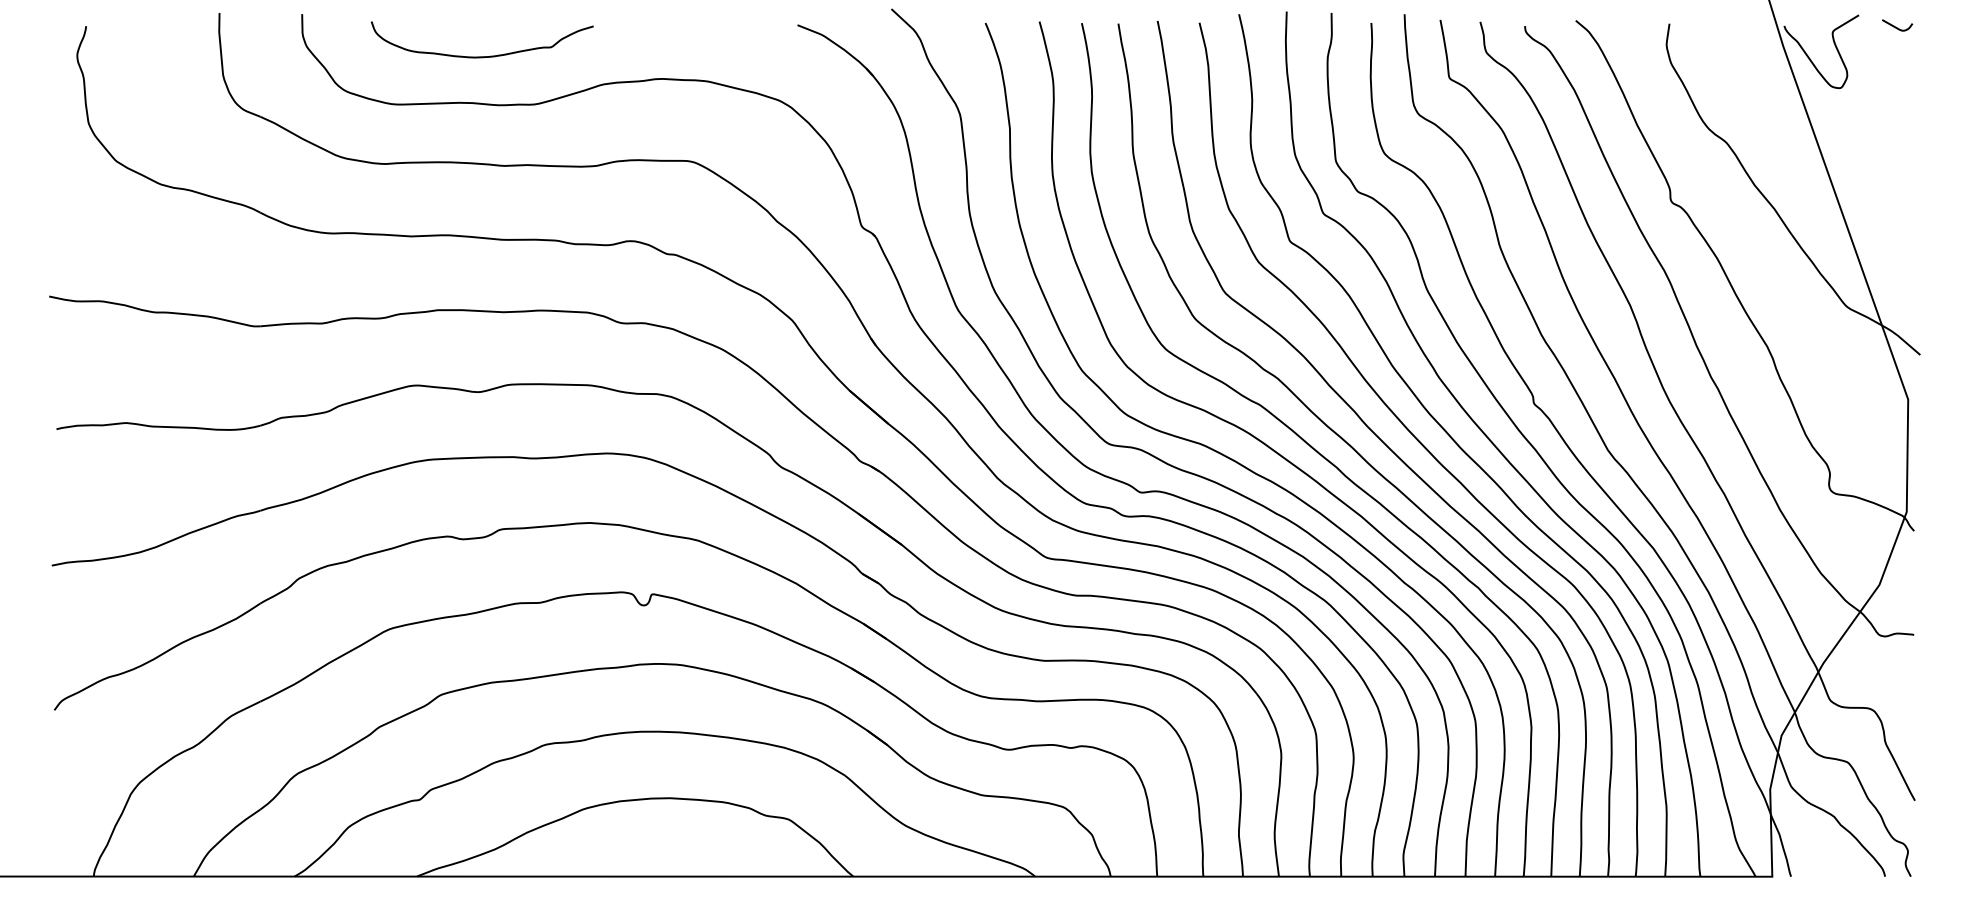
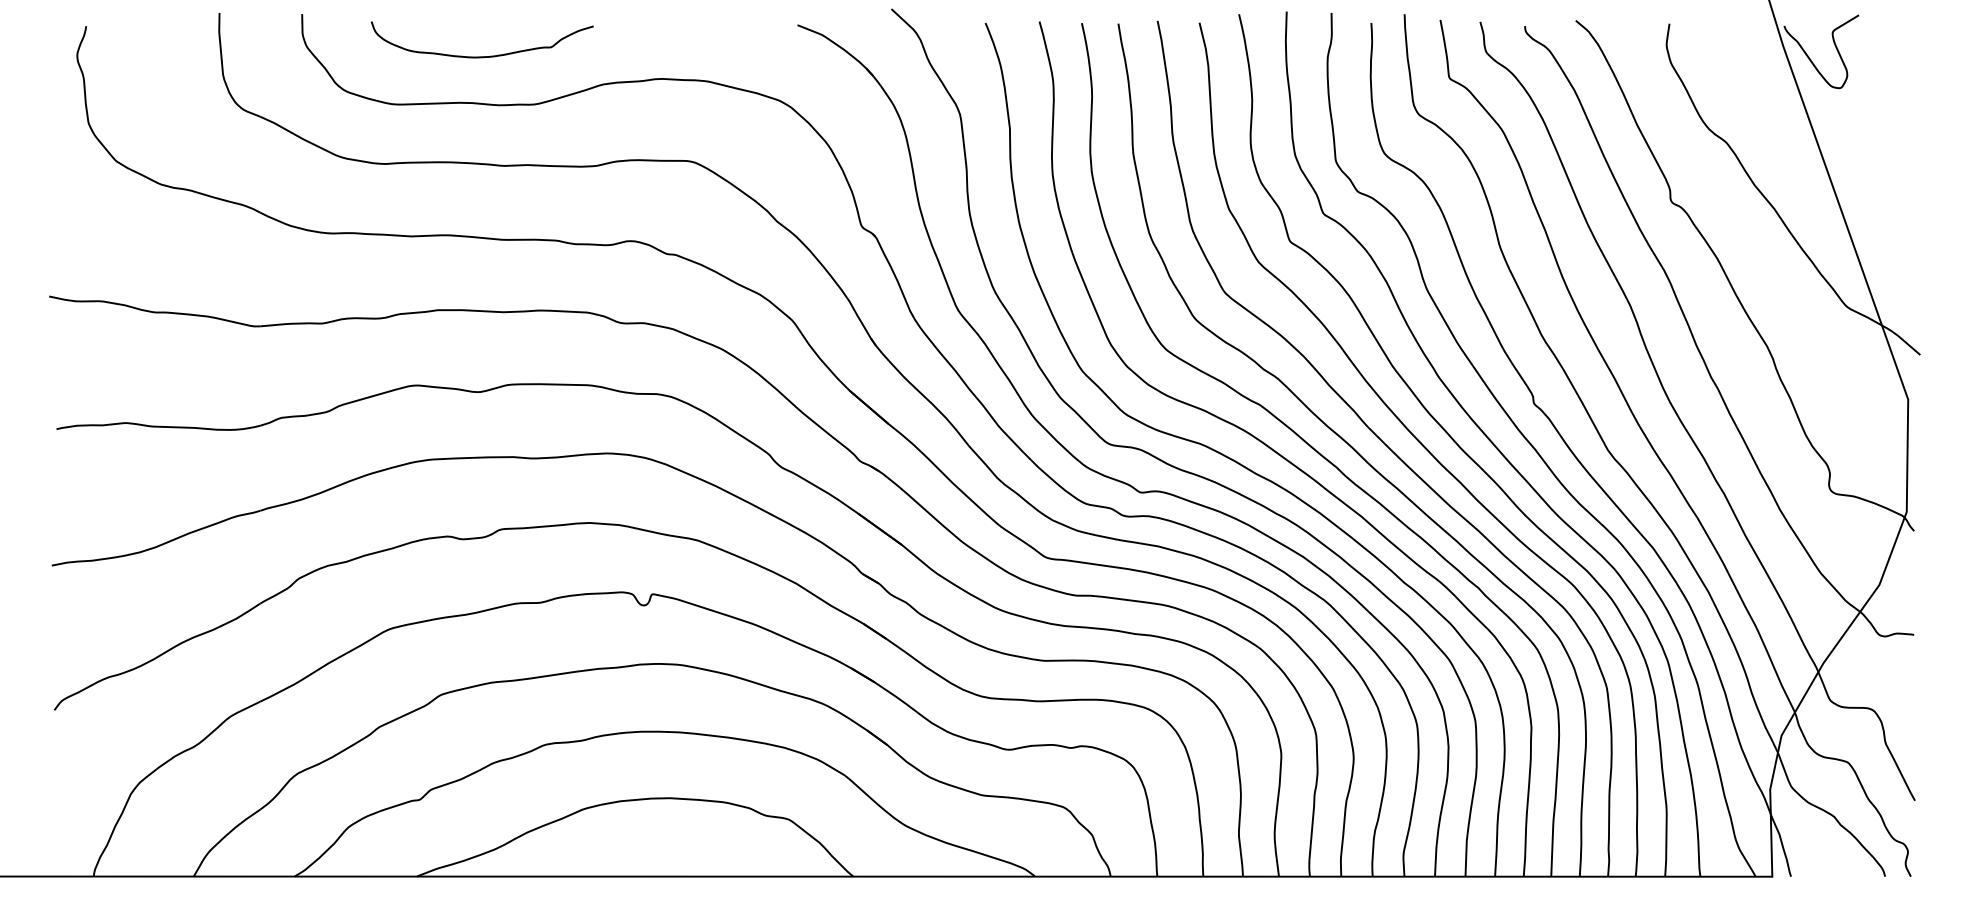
curve at (1896, 26): present -> none
